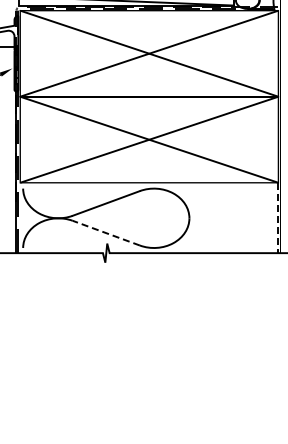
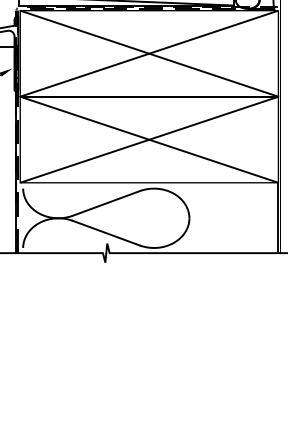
line at (278, 218): dashed -> solid
line at (106, 233): dashed -> solid
